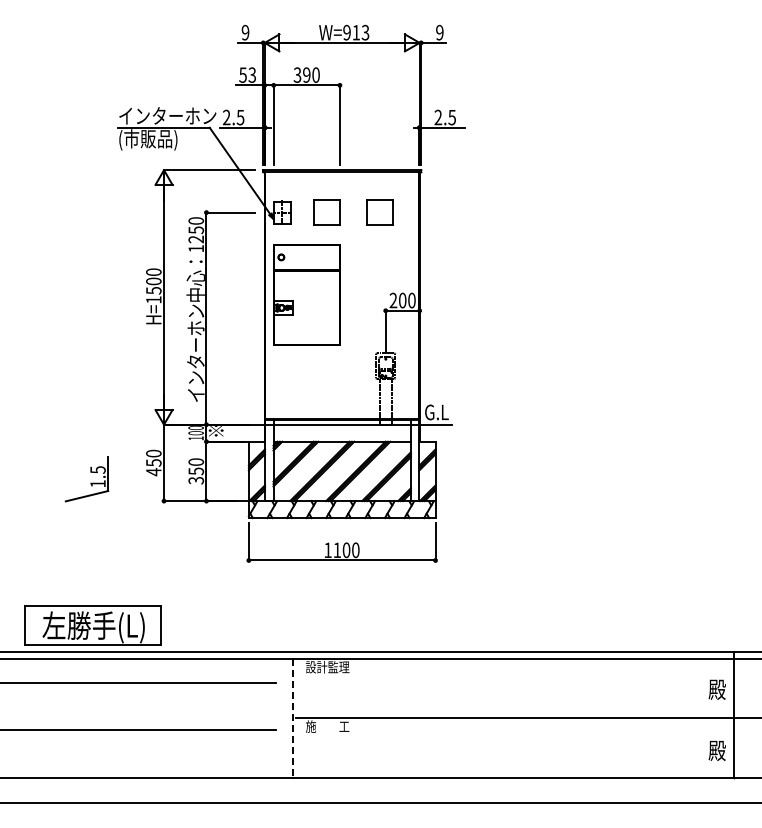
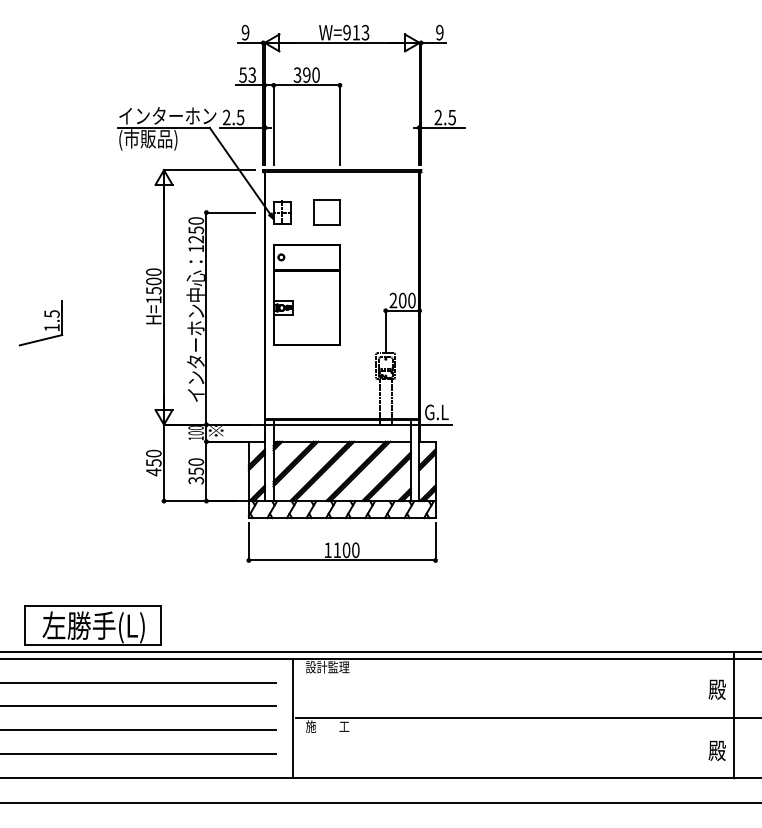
part at (379, 212): present -> none
part at (86, 479) position: (86, 479) -> (40, 323)
line at (139, 706): none -> present
line at (293, 718): dashed -> solid
line at (139, 753): none -> present
